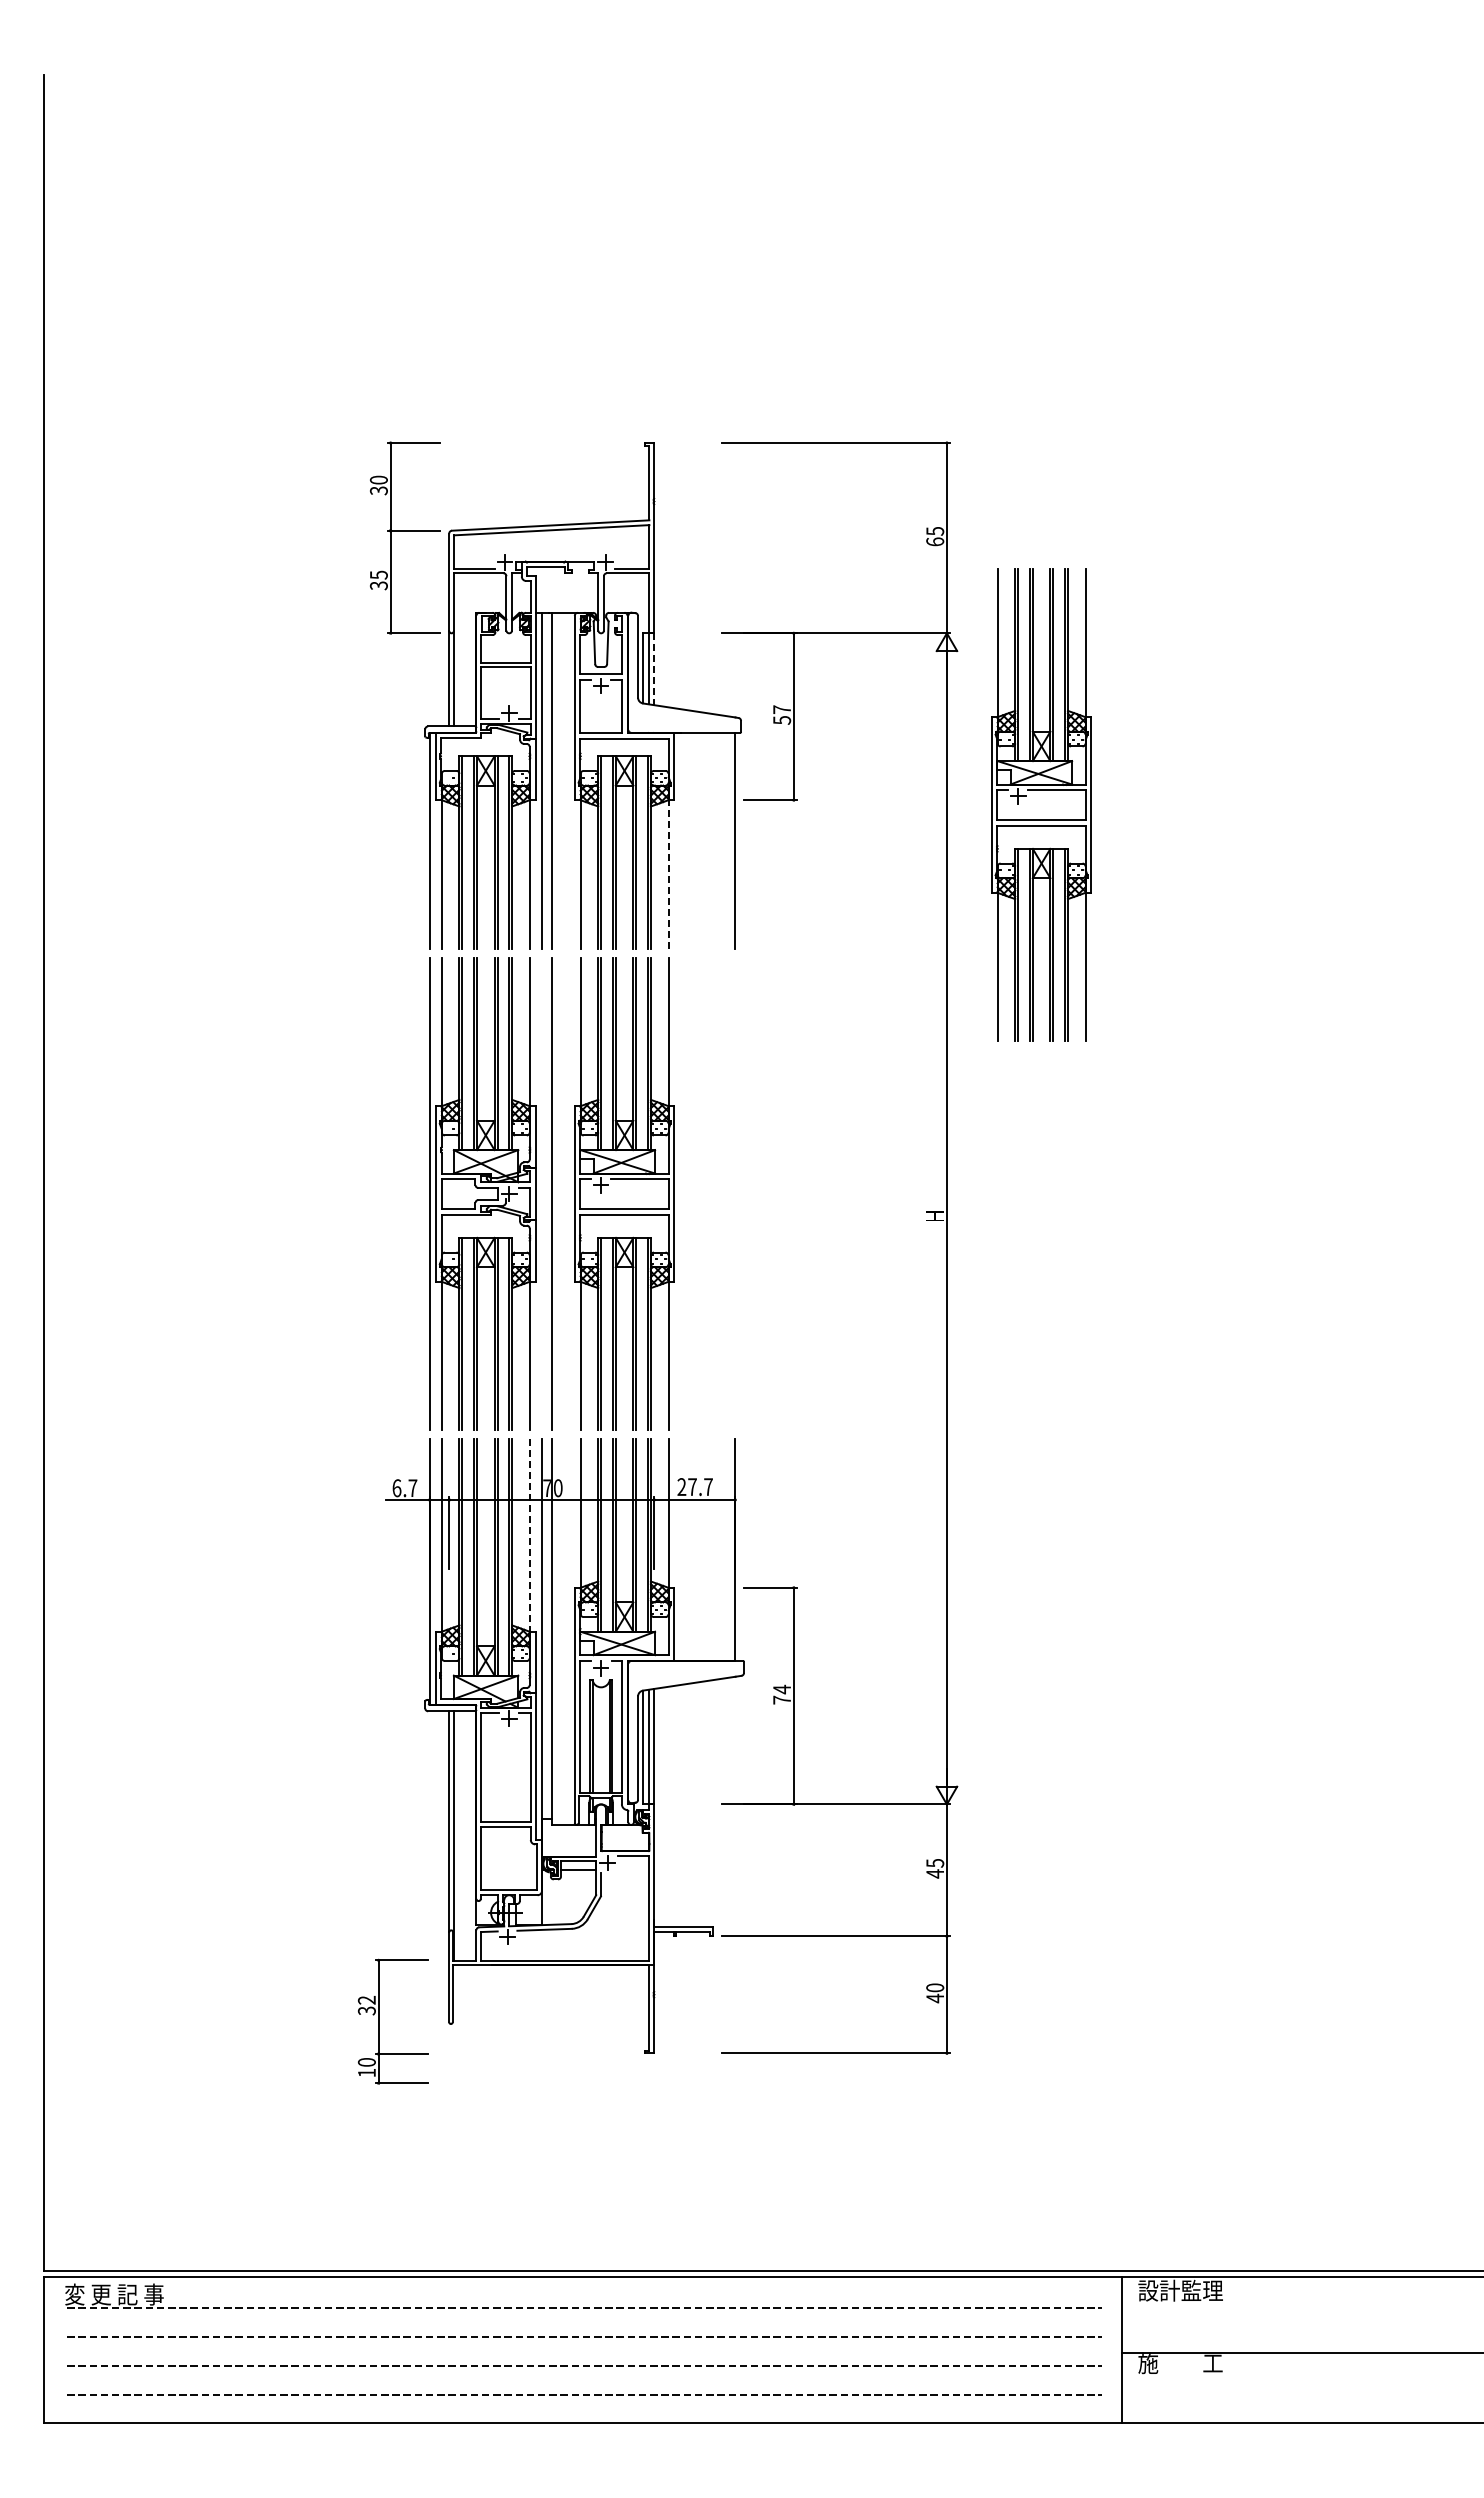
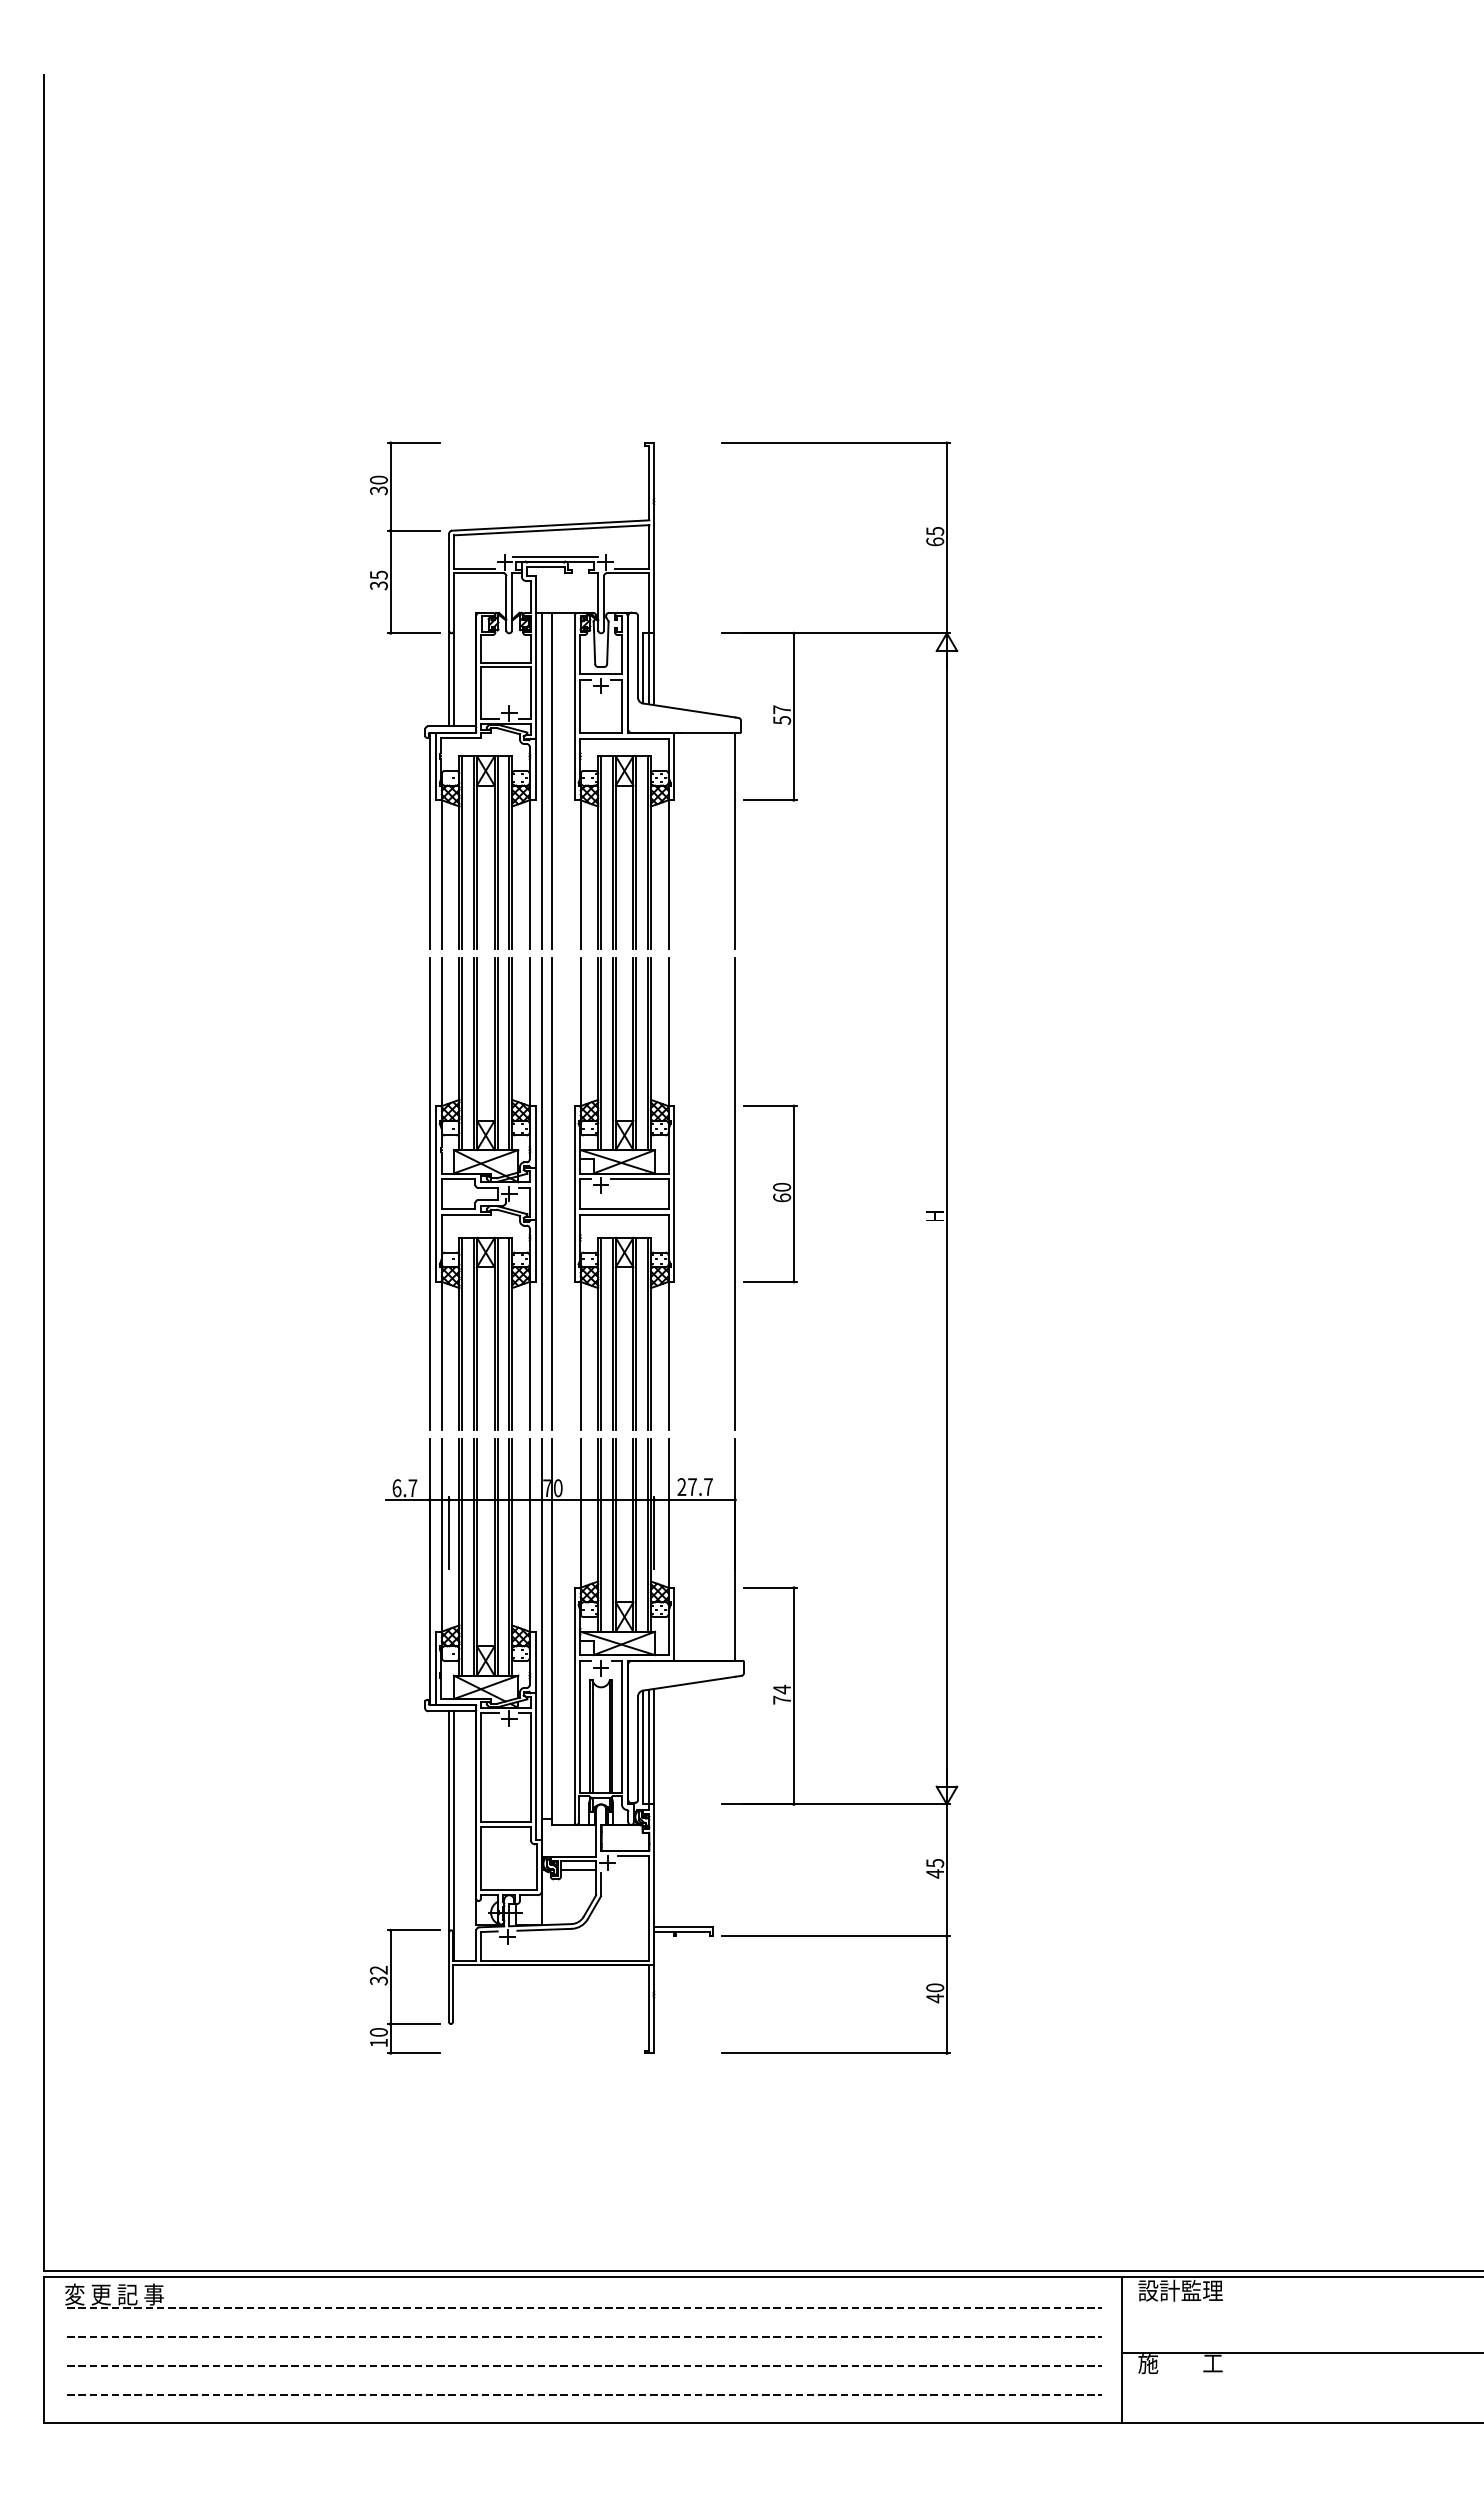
line at (554, 556): none -> present
line at (654, 669): dashed -> solid
part at (1041, 804): present -> none
line at (668, 874): dashed -> solid
line at (542, 1193): none -> present
line at (735, 1193): none -> present
part at (770, 1193): none -> present
line at (529, 1536): dashed -> solid
part at (379, 2021) position: (379, 2021) -> (391, 1991)
